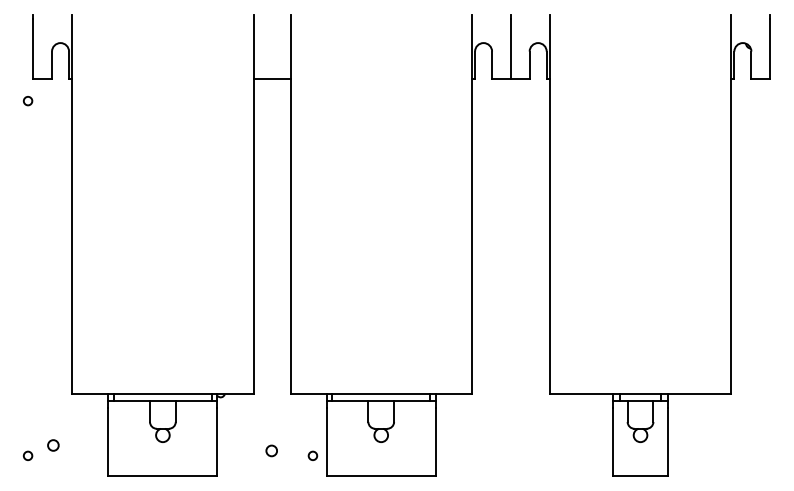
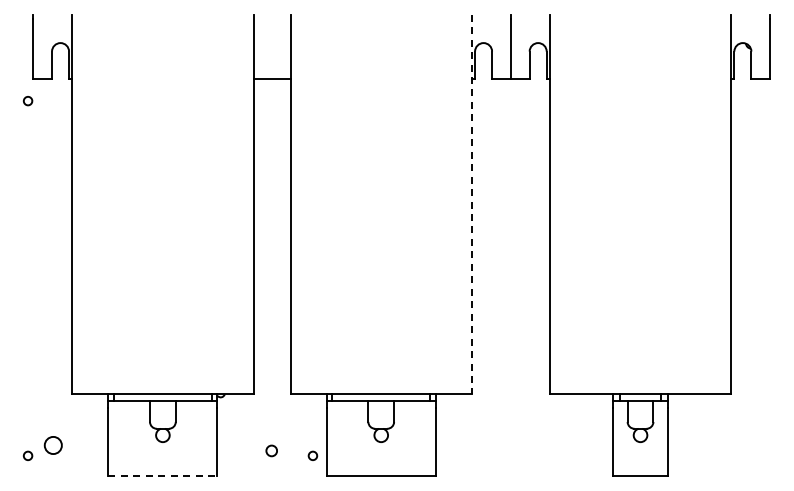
line at (471, 204): solid -> dashed
circle at (53, 445) size: 13x13 px -> 20x19 px
line at (162, 476): solid -> dashed
